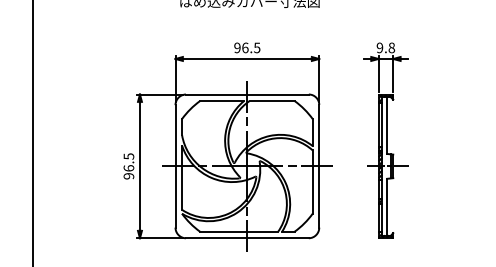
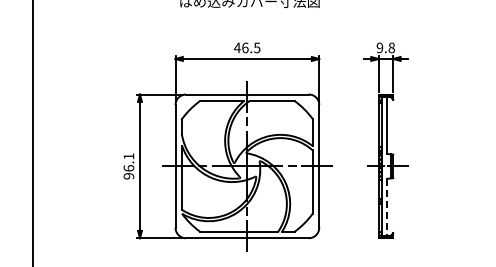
text at (237, 47): 96.5 -> 46.5
text at (128, 156): 96.5 -> 96.1
line at (387, 207): solid -> dashed
